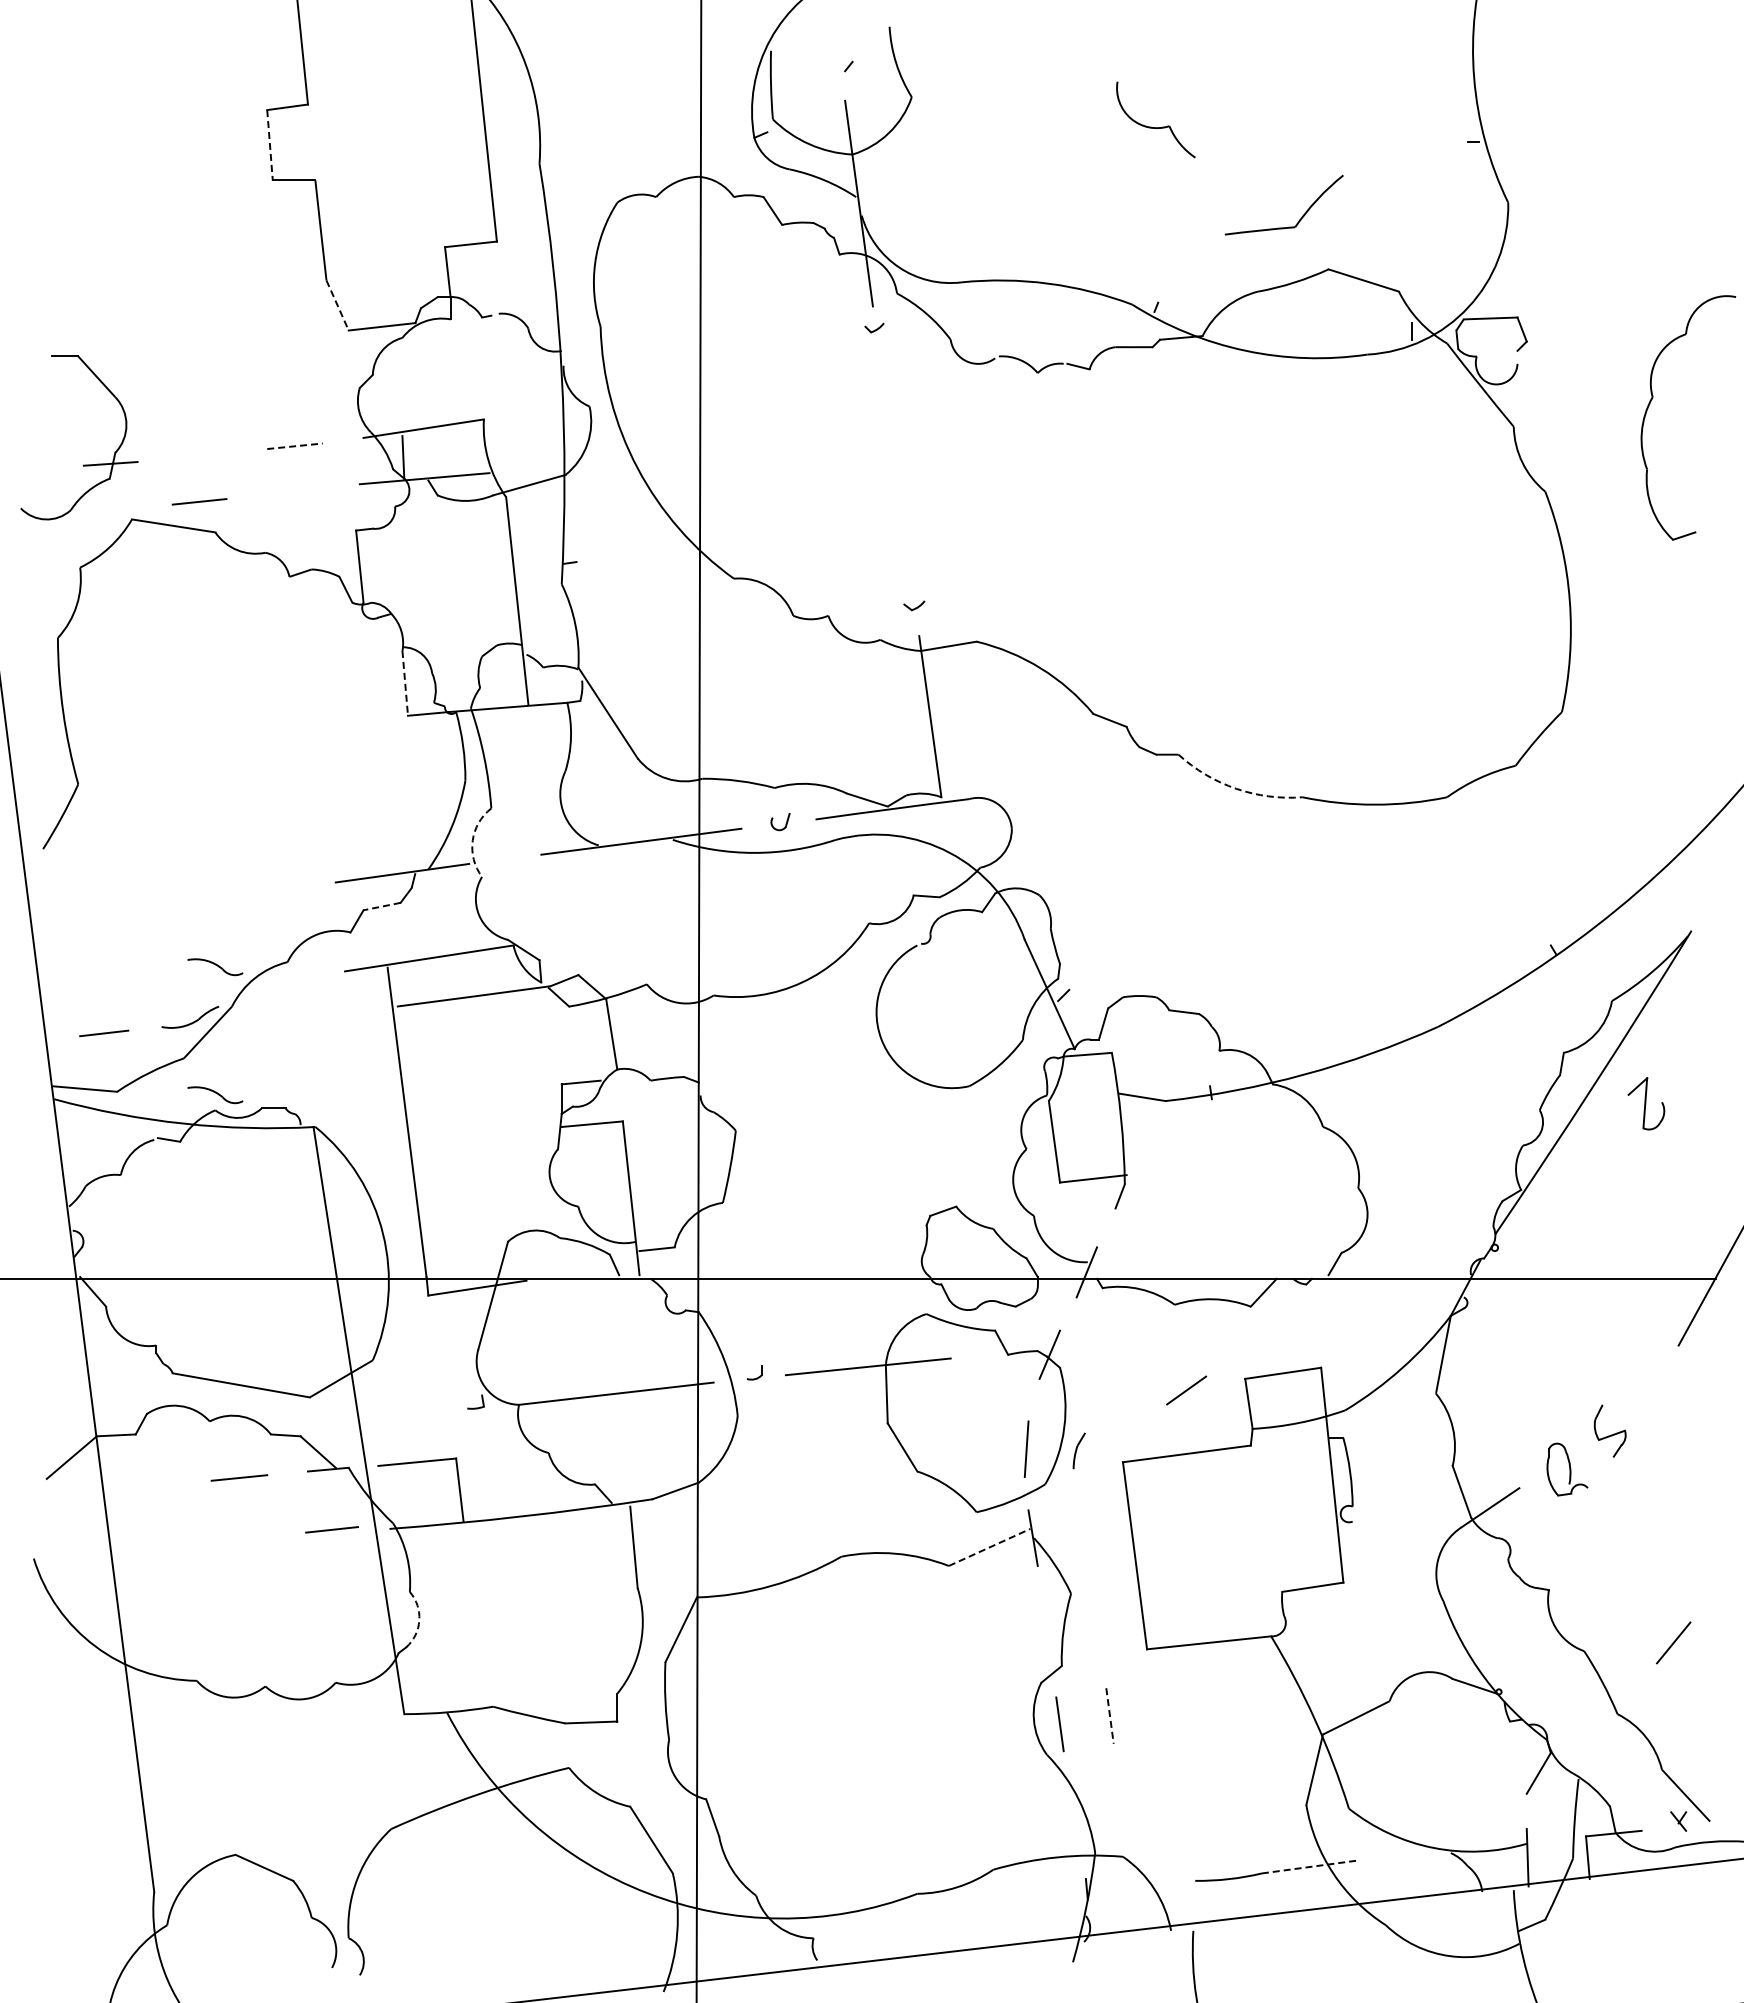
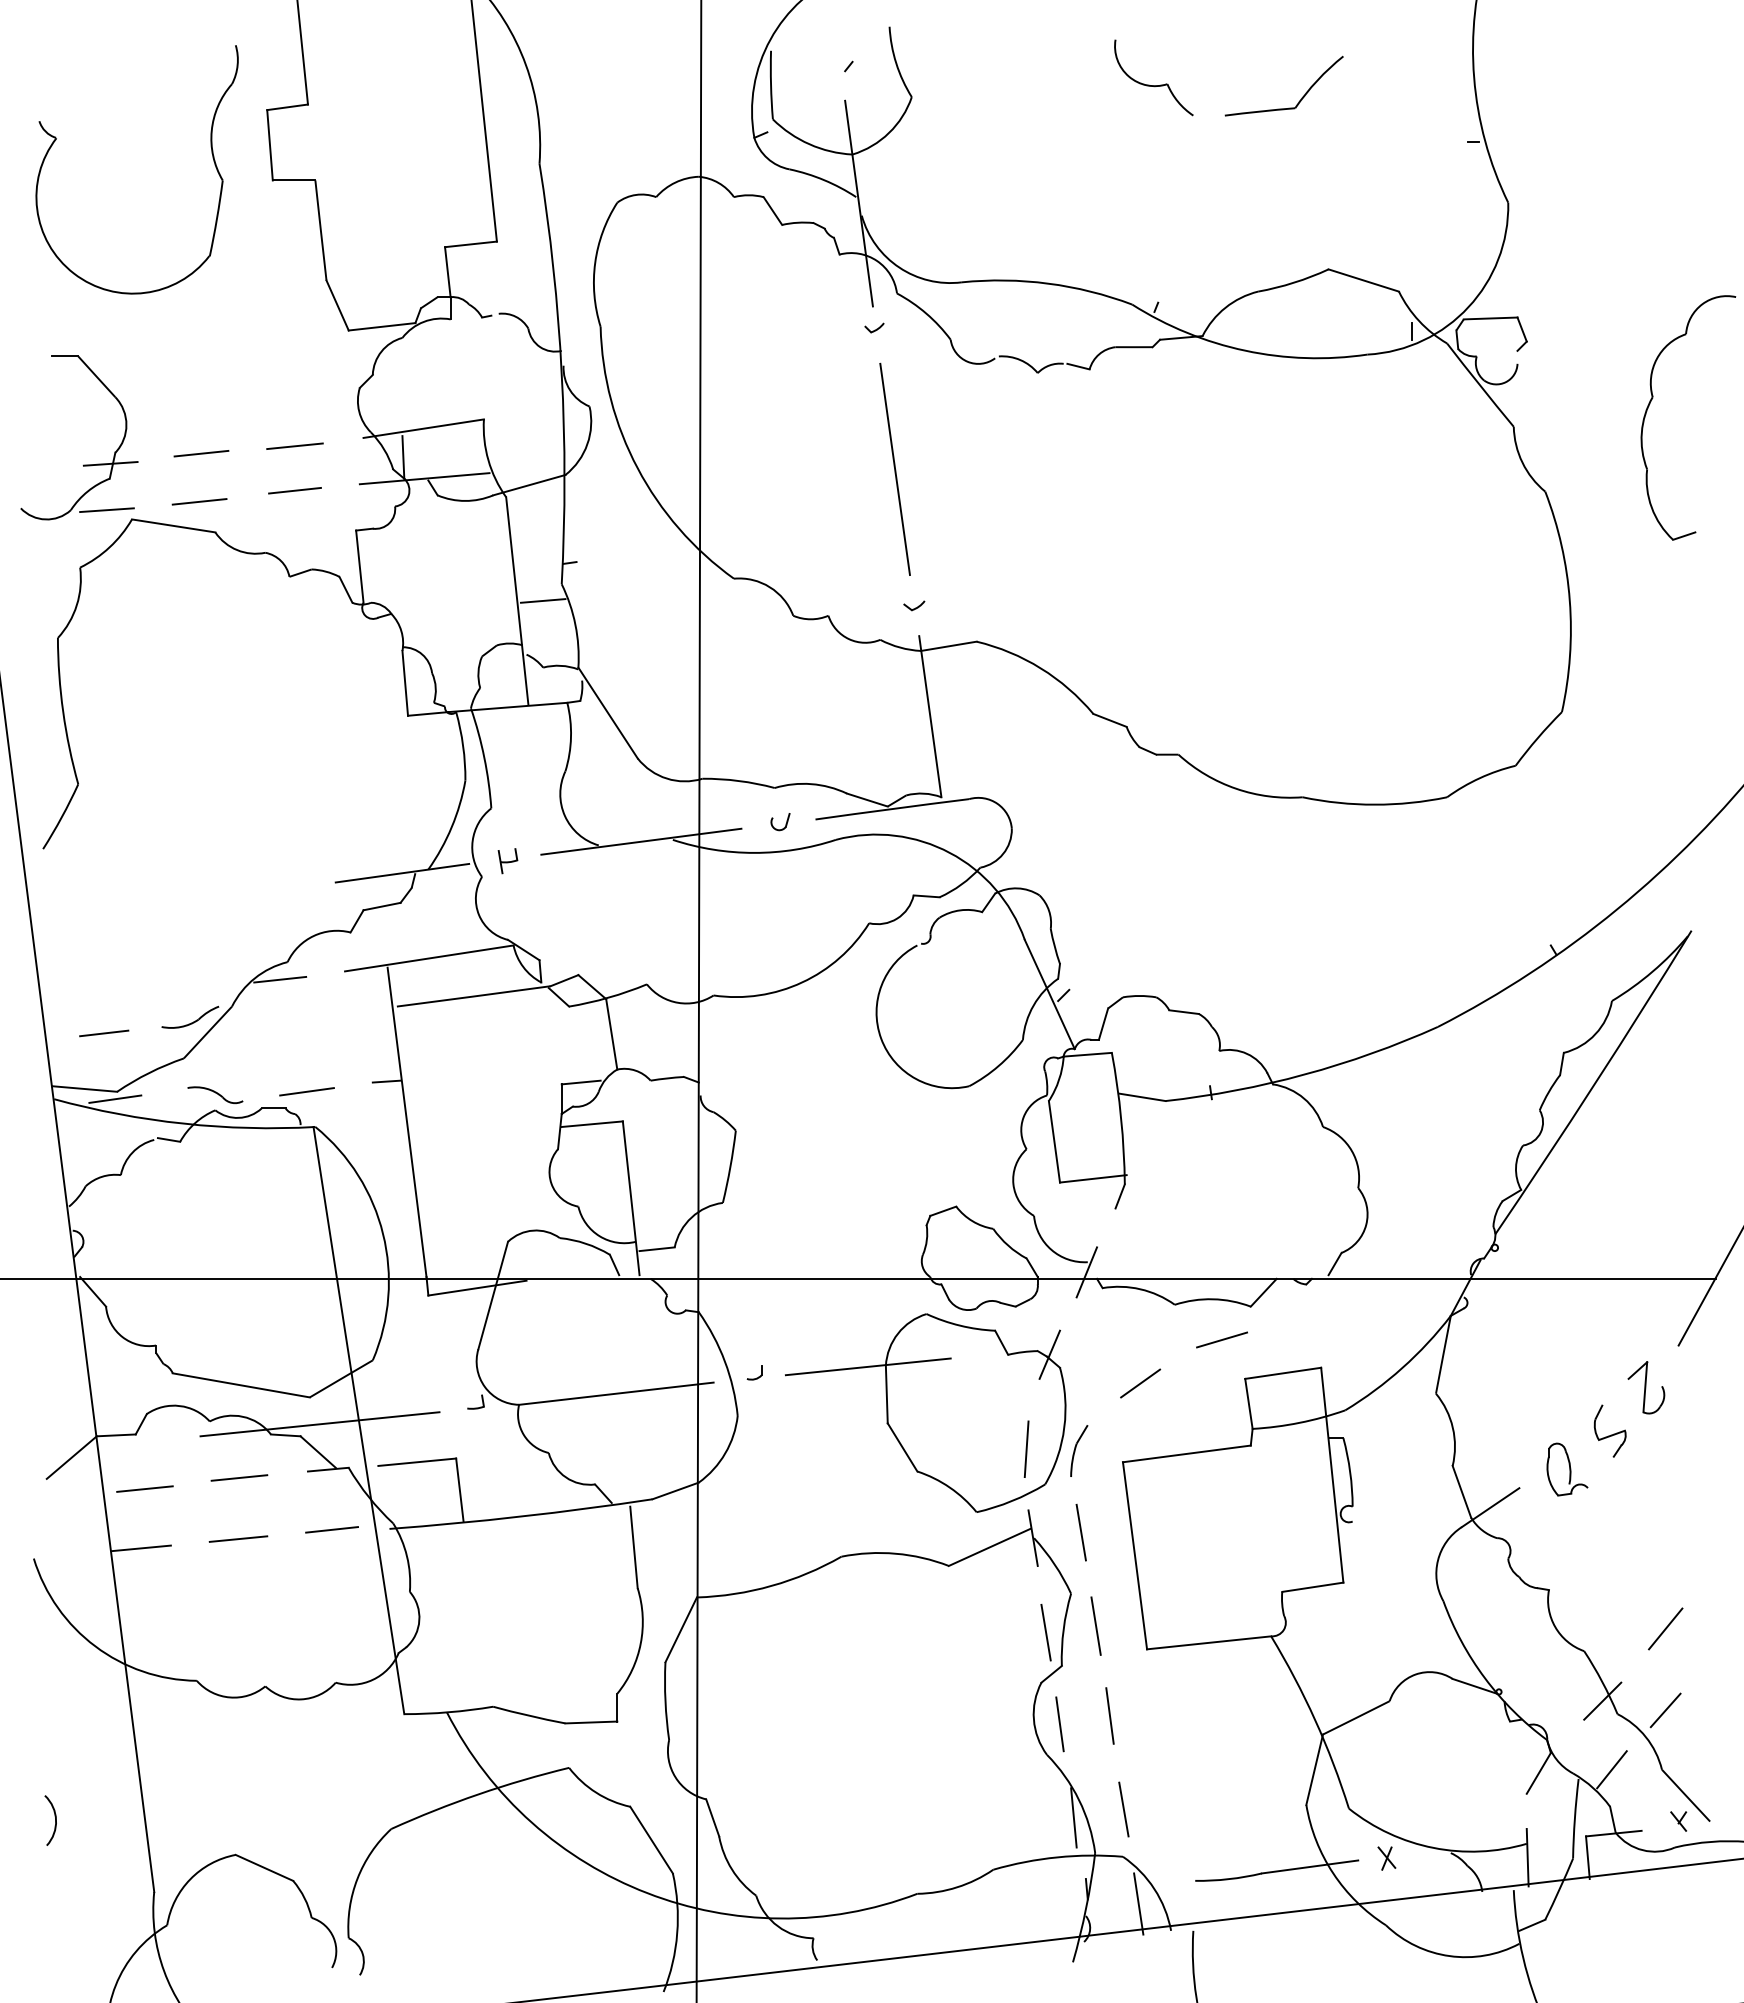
part at (1155, 127) position: (1155, 127) -> (1153, 85)
line at (270, 145): dashed -> solid
part at (211, 153): none -> present
part at (1301, 216) position: (1301, 216) -> (1301, 97)
line at (337, 305): dashed -> solid
line at (295, 446): dashed -> solid
line at (201, 453): none -> present
line at (894, 469): none -> present
line at (294, 490): none -> present
line at (106, 510): none -> present
line at (542, 600): none -> present
line at (405, 683): dashed -> solid
arc at (1236, 788): dashed -> solid
arc at (472, 840): dashed -> solid
part at (507, 861): none -> present
line at (382, 906): dashed -> solid
part at (215, 967): present -> none
line at (280, 979): none -> present
line at (386, 1081): none -> present
line at (306, 1091): none -> present
line at (115, 1098): none -> present
part at (1646, 1103) position: (1646, 1103) -> (1646, 1387)
line at (1221, 1339): none -> present
line at (1186, 1390) position: (1186, 1390) -> (1140, 1383)
line at (319, 1424): none -> present
part at (1078, 1450) size: 14x38 px -> 19x52 px
line at (144, 1488): none -> present
line at (1080, 1532): none -> present
line at (238, 1538): none -> present
line at (989, 1547): dashed -> solid
line at (140, 1548): none -> present
arc at (419, 1620): dashed -> solid
line at (1095, 1625): none -> present
line at (1045, 1632): none -> present
line at (1673, 1642) position: (1673, 1642) -> (1665, 1628)
line at (1602, 1700): none -> present
line at (1665, 1710): none -> present
line at (1110, 1716): dashed -> solid
line at (1611, 1769): none -> present
line at (1123, 1809): none -> present
line at (1073, 1817): none -> present
arc at (55, 1820): none -> present
part at (1386, 1858): none -> present
line at (1310, 1866): dashed -> solid
line at (1138, 1903): none -> present
